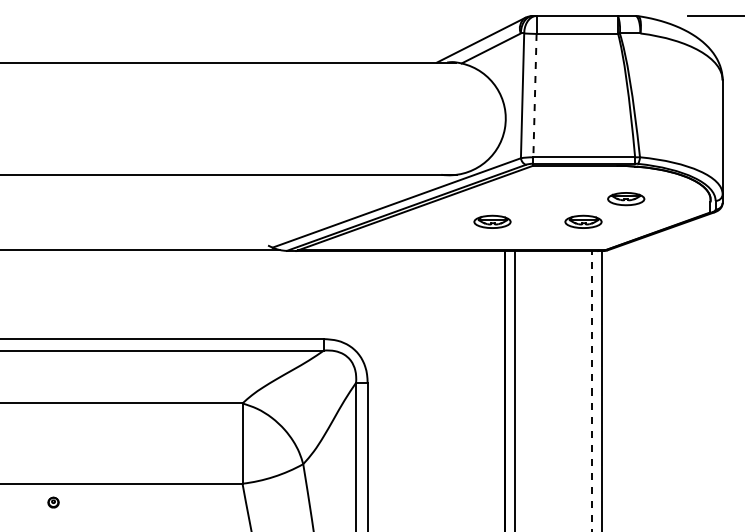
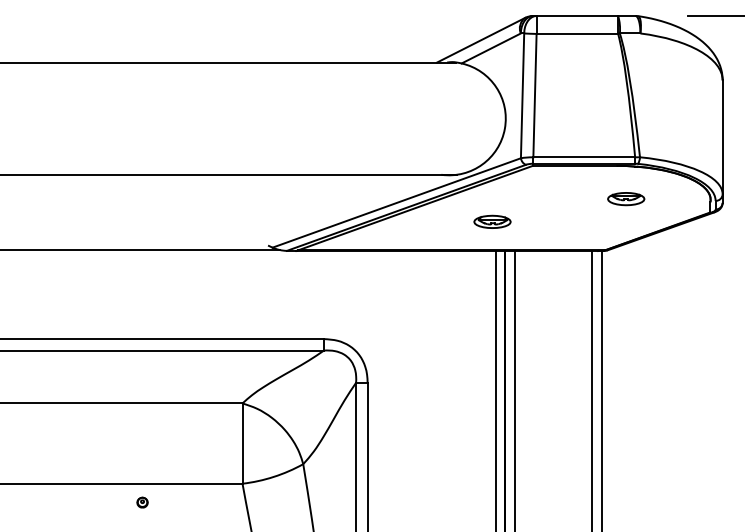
line at (534, 95): dashed -> solid
part at (583, 221): present -> none
line at (495, 389): none -> present
line at (592, 390): dashed -> solid
part at (53, 502) position: (53, 502) -> (142, 502)
